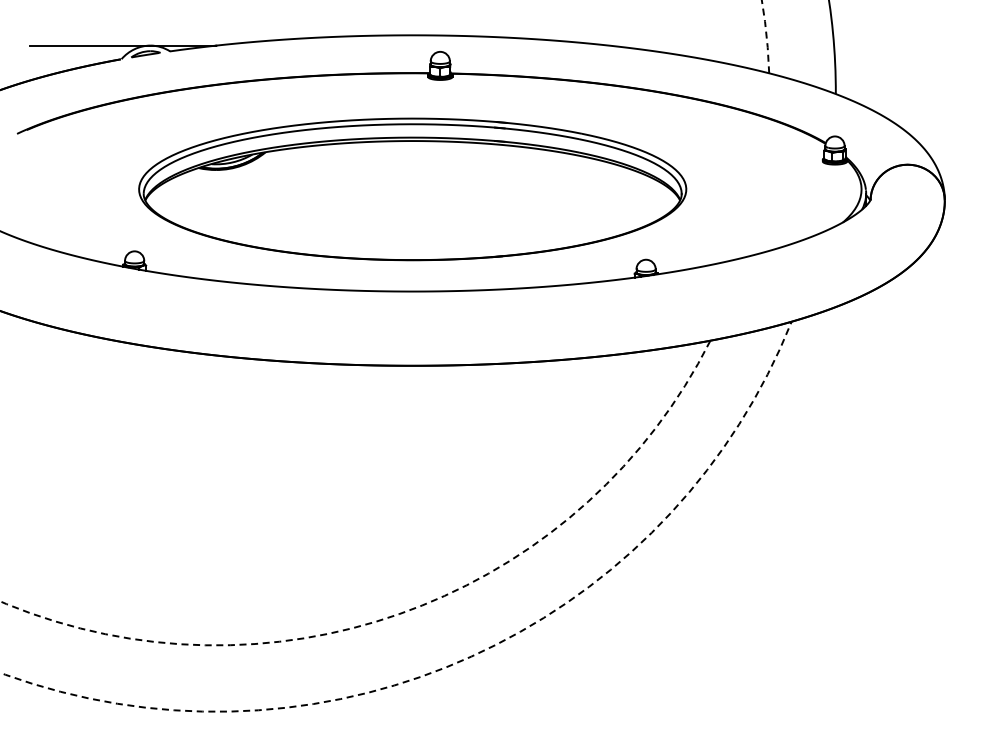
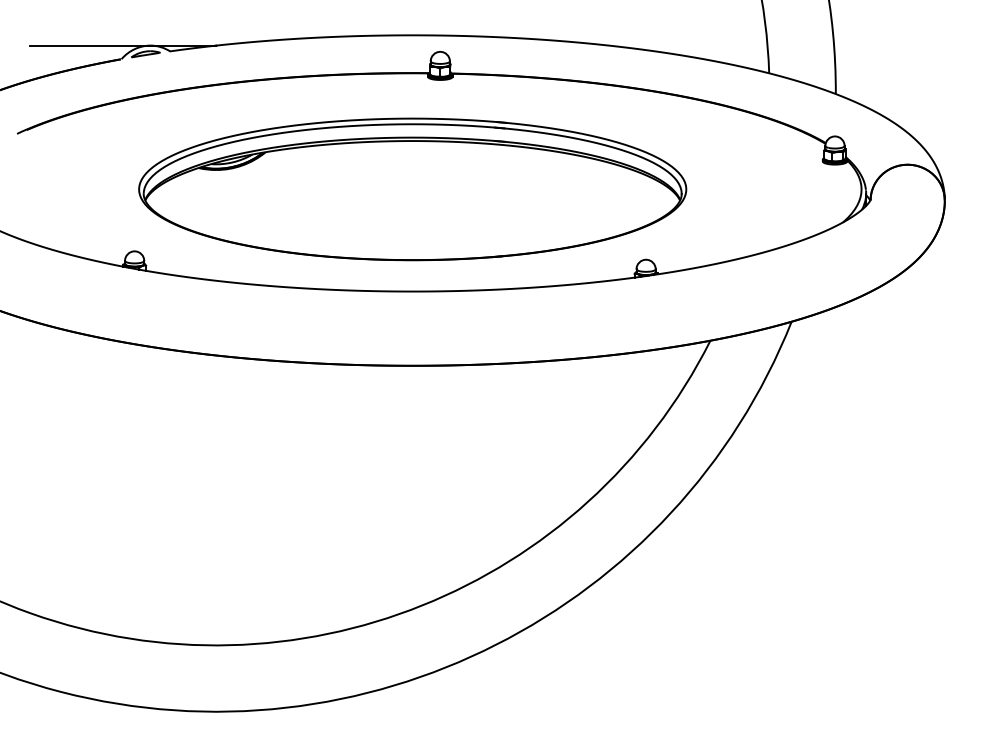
arc at (374, 622): dashed -> solid
arc at (466, 658): dashed -> solid
